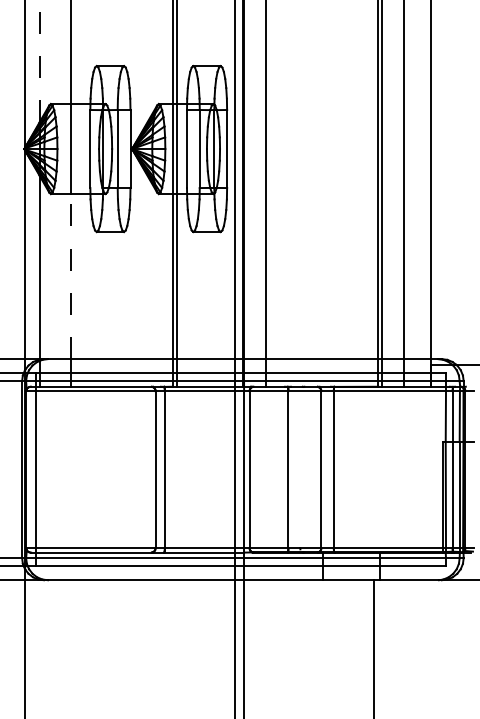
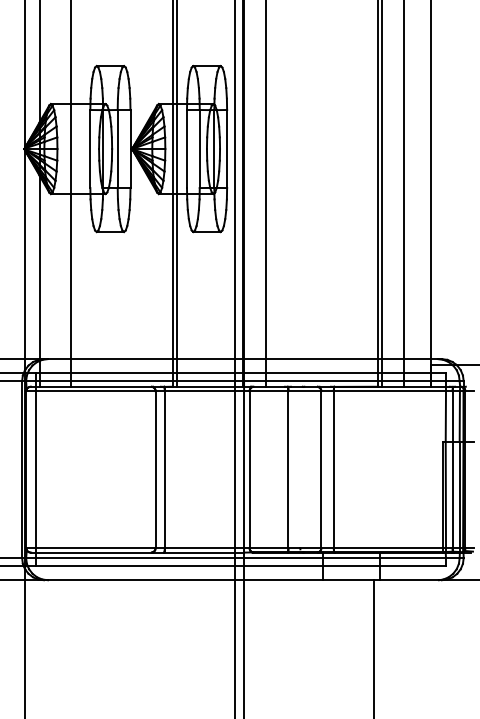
line at (39, 61): dashed -> solid
line at (70, 276): dashed -> solid
